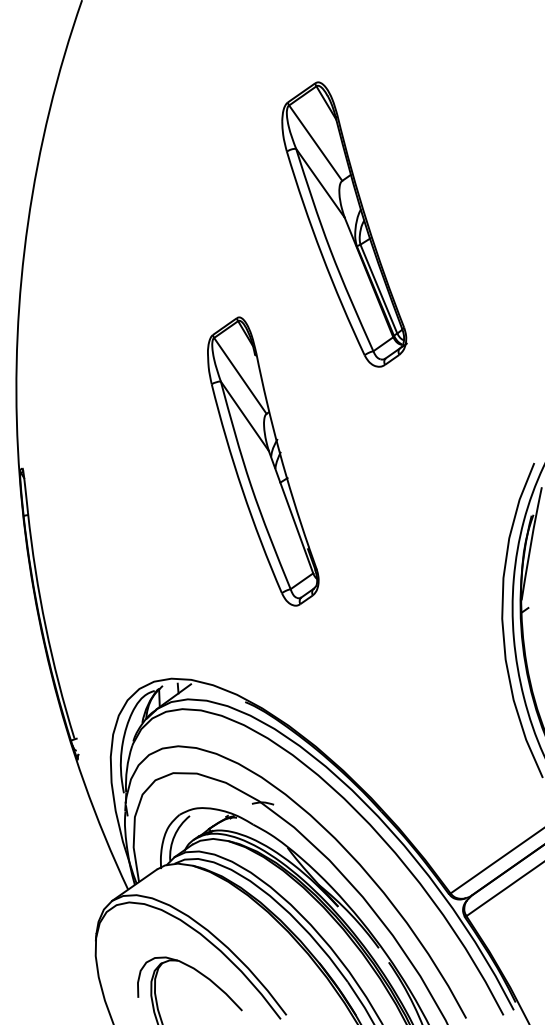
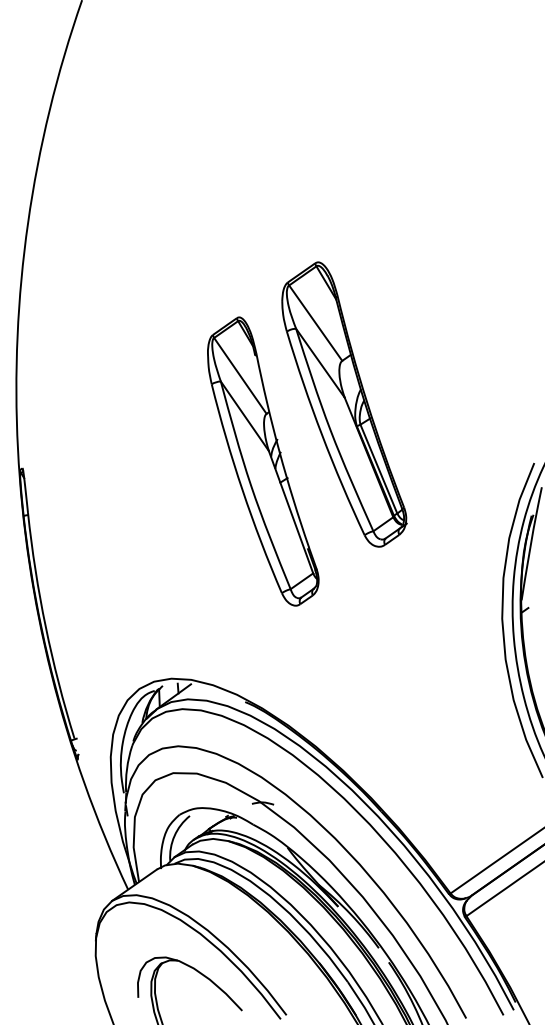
part at (344, 224) position: (344, 224) -> (344, 404)
